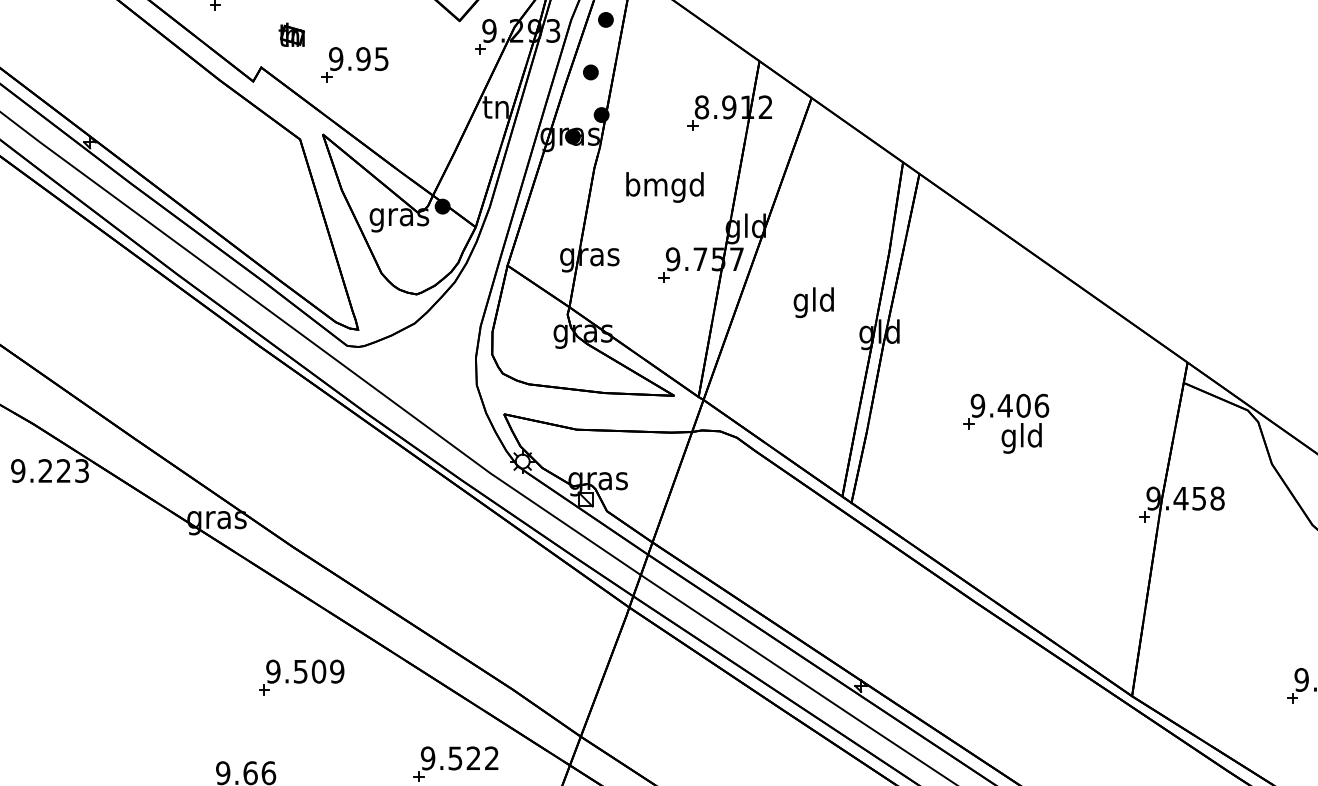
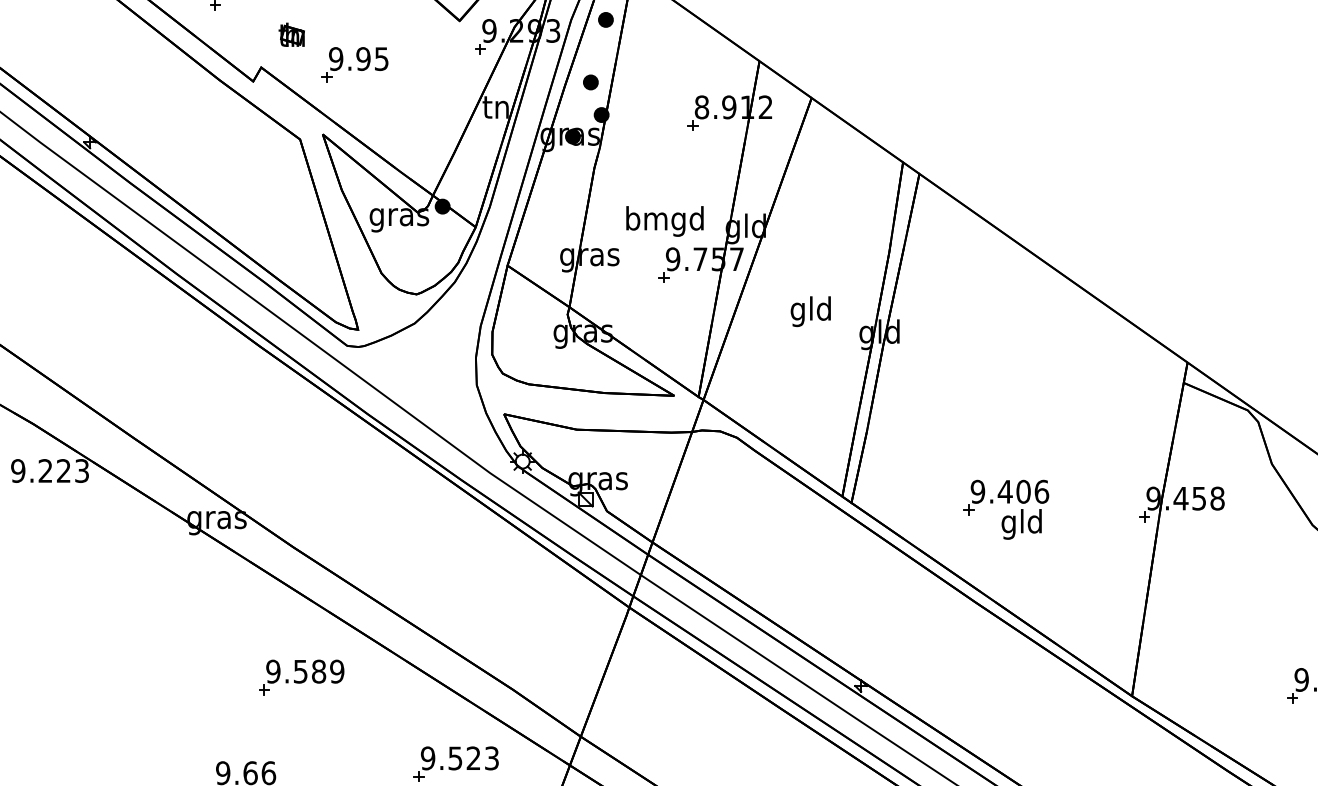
part at (590, 72) position: (590, 72) -> (590, 82)
text at (664, 187) position: (664, 187) -> (664, 221)
text at (813, 302) position: (813, 302) -> (810, 311)
part at (1006, 423) position: (1006, 423) -> (1006, 509)
text at (318, 671): 9.509 -> 9.589
text at (491, 758): 9.522 -> 9.523
